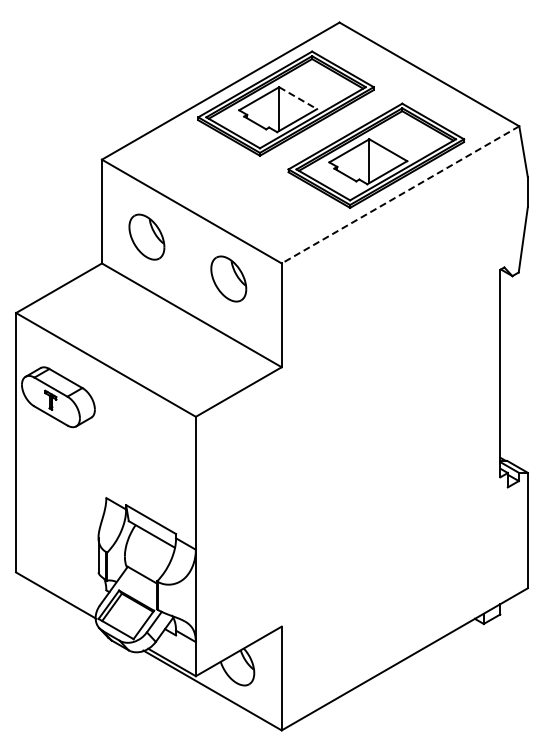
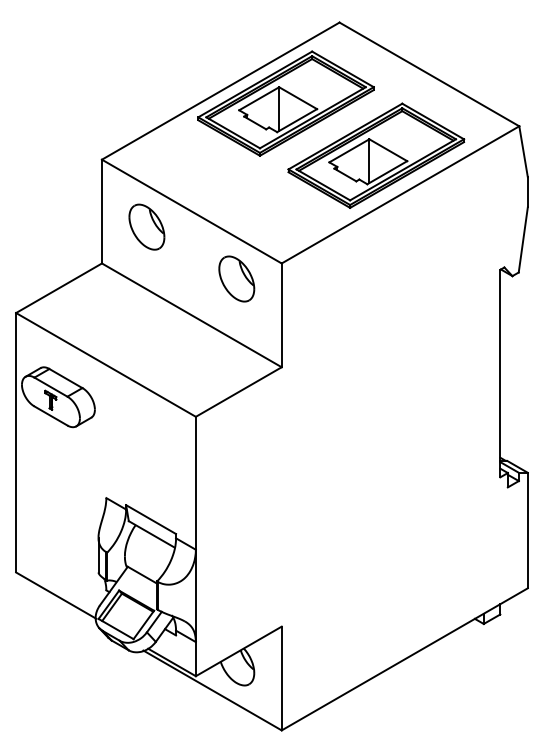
line at (298, 98): dashed -> solid
line at (400, 195): dashed -> solid
part at (146, 236) position: (146, 236) -> (146, 226)
part at (228, 278) position: (228, 278) -> (236, 278)
